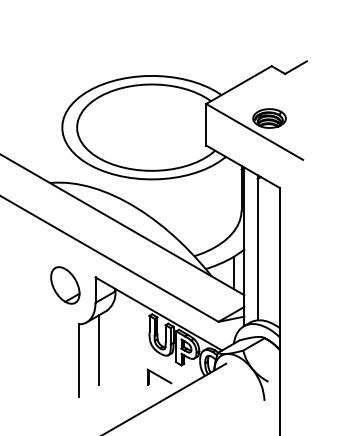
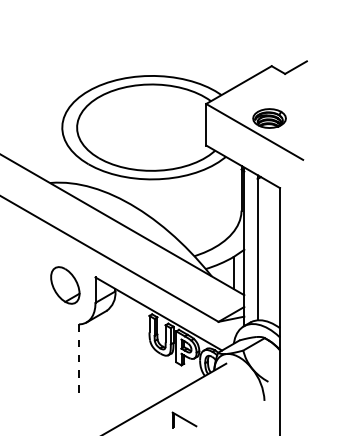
line at (98, 350): present -> none
line at (79, 361): solid -> dashed
part at (159, 376) position: (159, 376) -> (184, 419)
